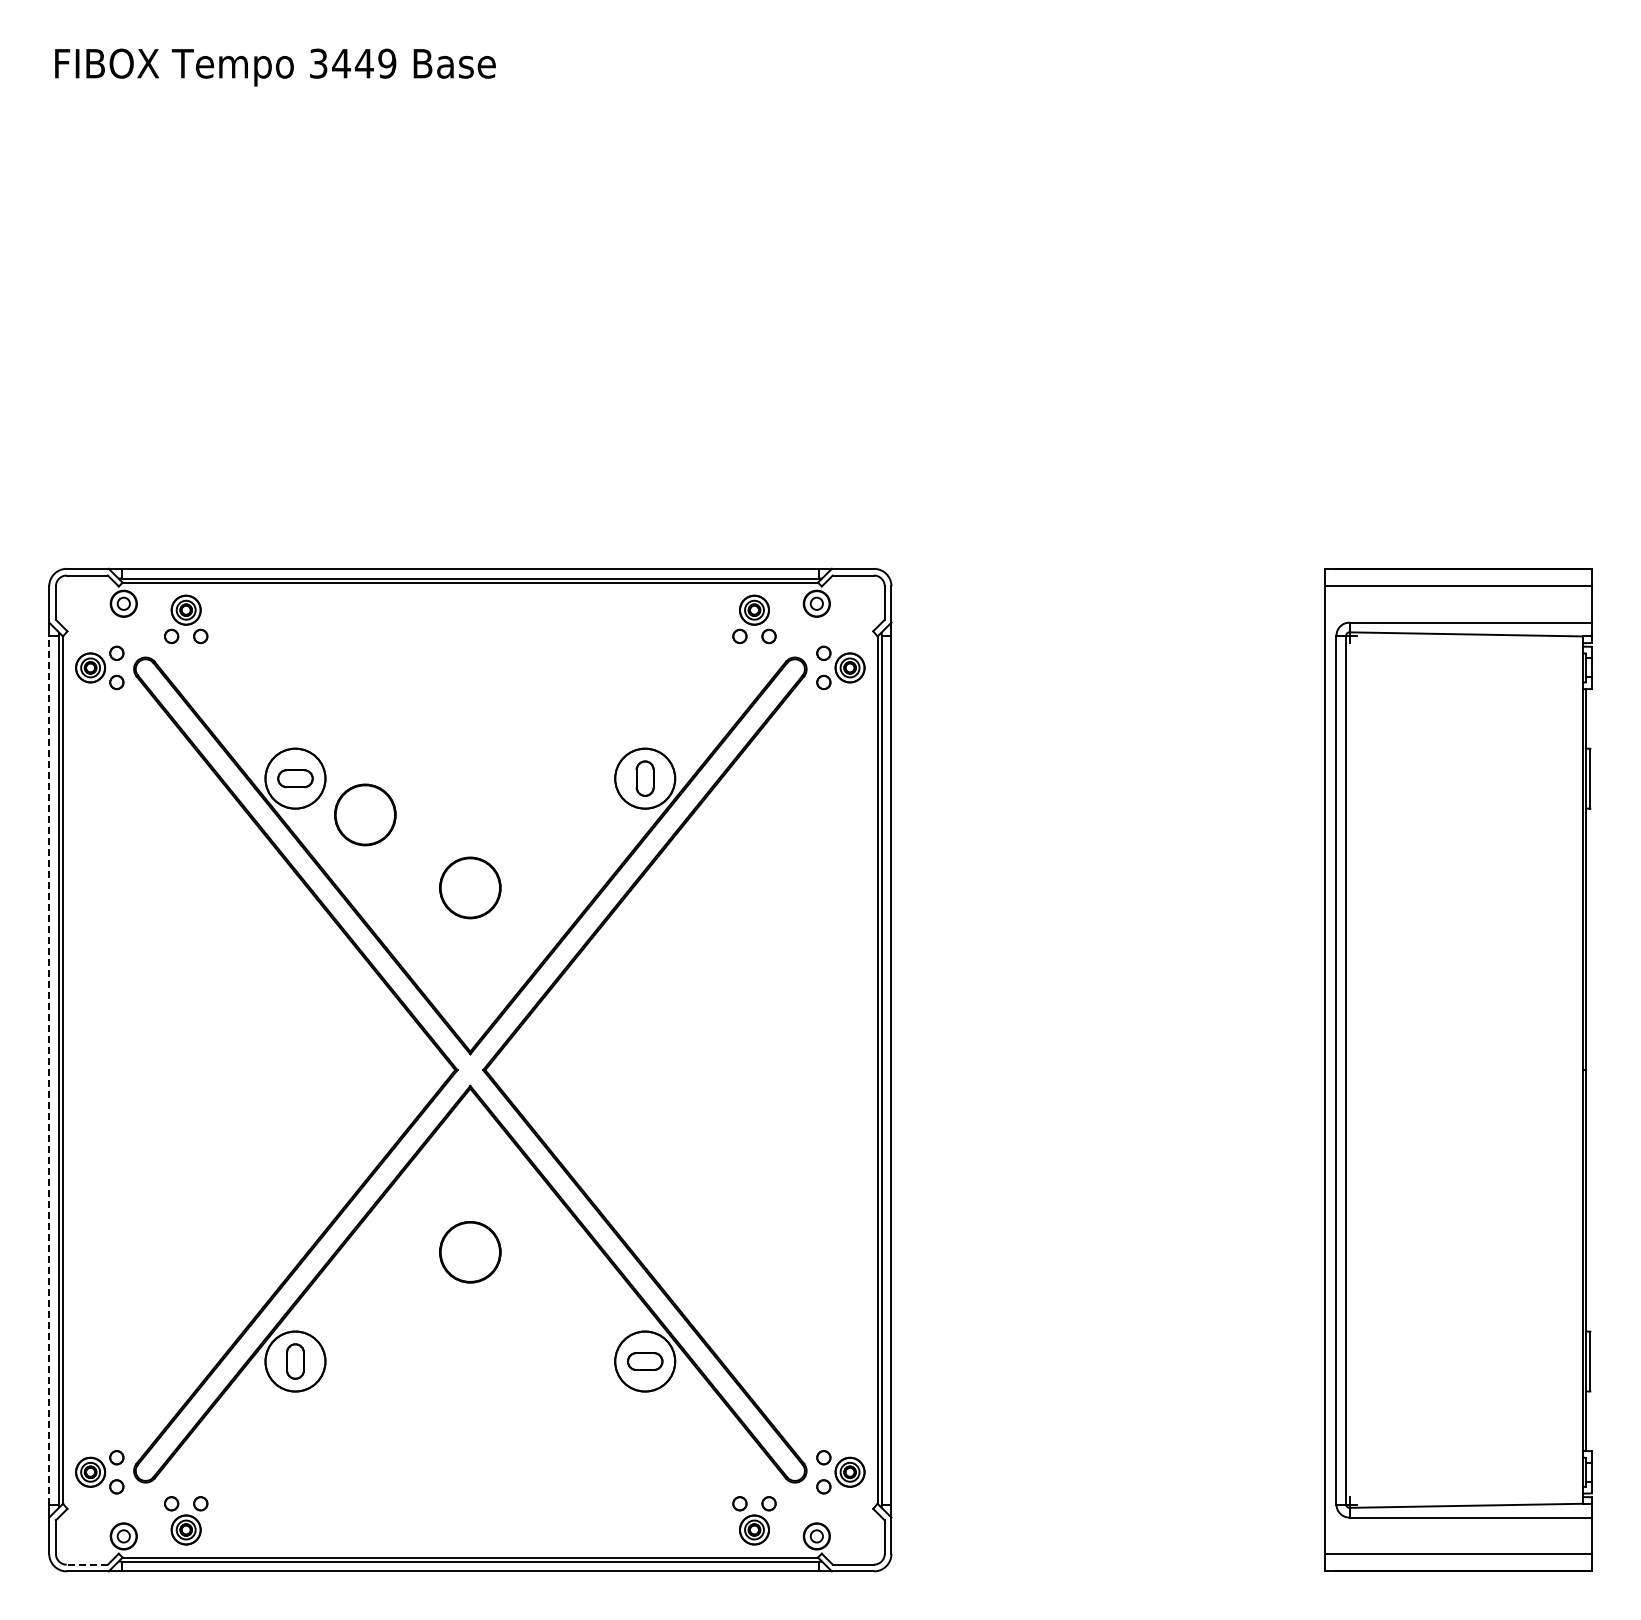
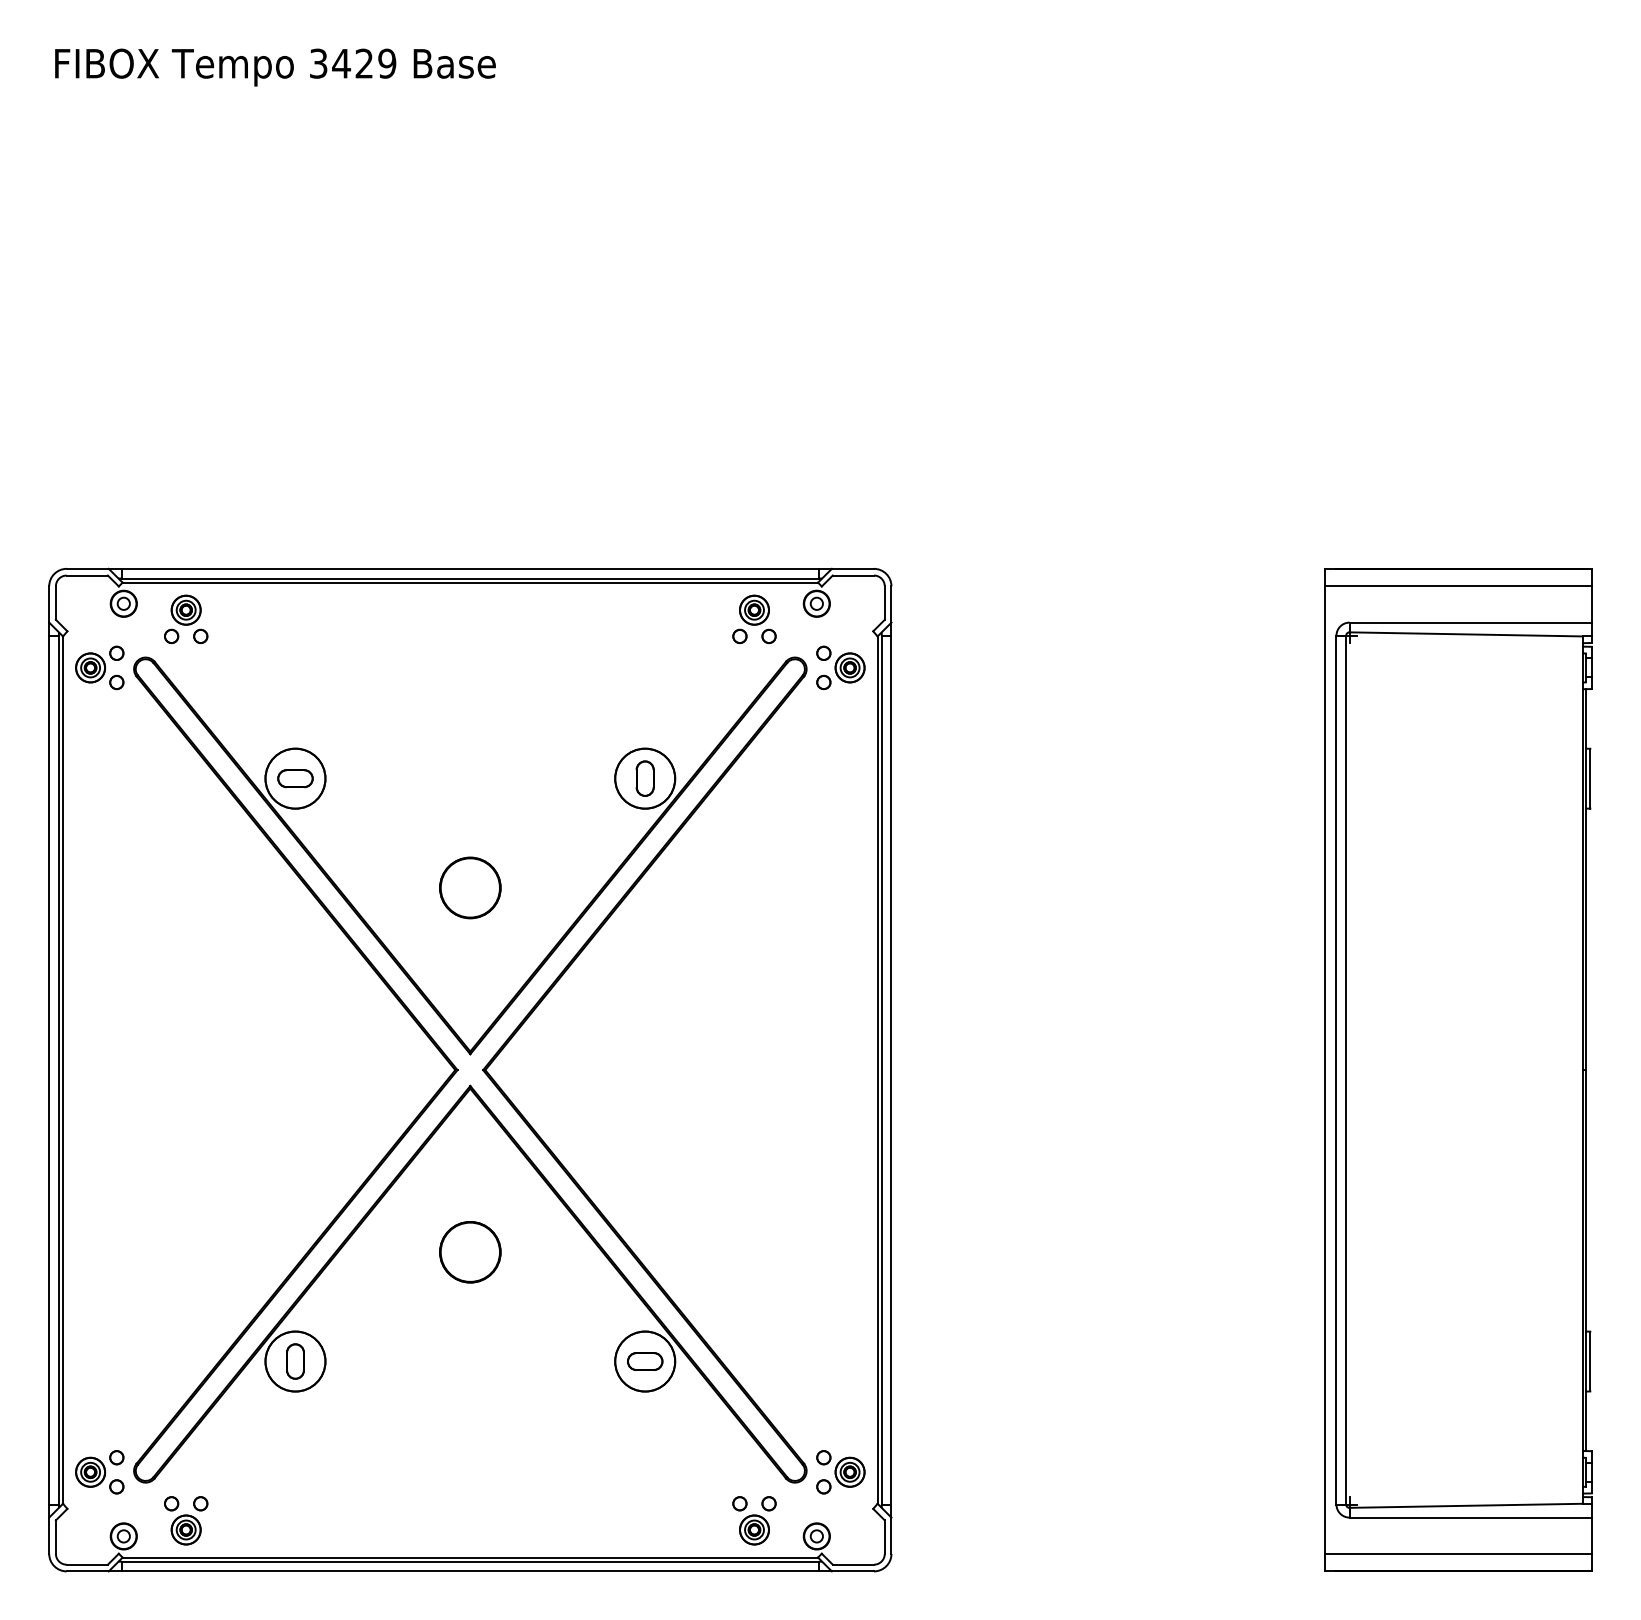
text at (363, 63): 3449 -> 3429
part at (365, 814): present -> none
line at (49, 1069): dashed -> solid
line at (87, 1564): dashed -> solid
